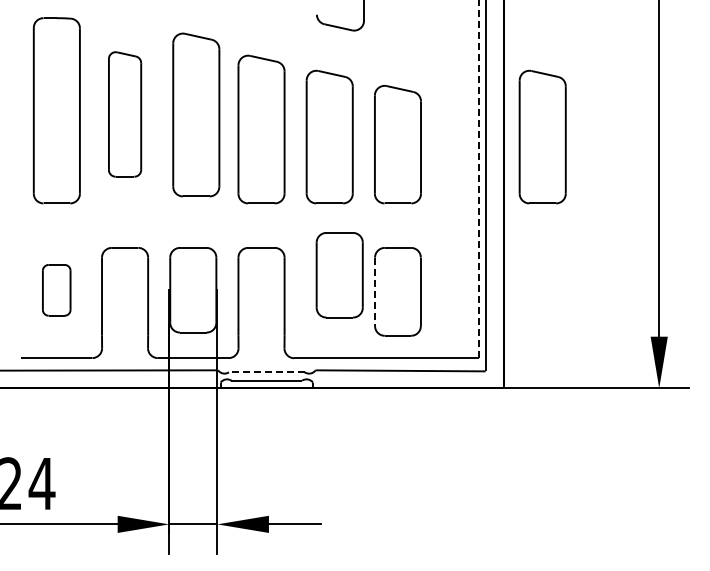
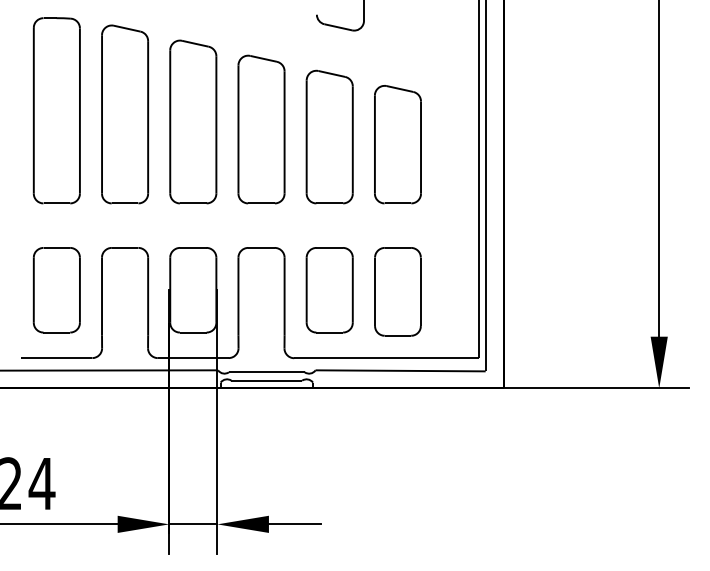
part at (125, 114) size: 35x127 px -> 48x181 px
part at (196, 114) position: (196, 114) -> (193, 121)
part at (542, 136): present -> none
line at (479, 179): dashed -> solid
part at (339, 275) position: (339, 275) -> (329, 290)
part at (56, 290) size: 30x53 px -> 49x87 px
line at (375, 292): dashed -> solid
line at (266, 372): dashed -> solid
